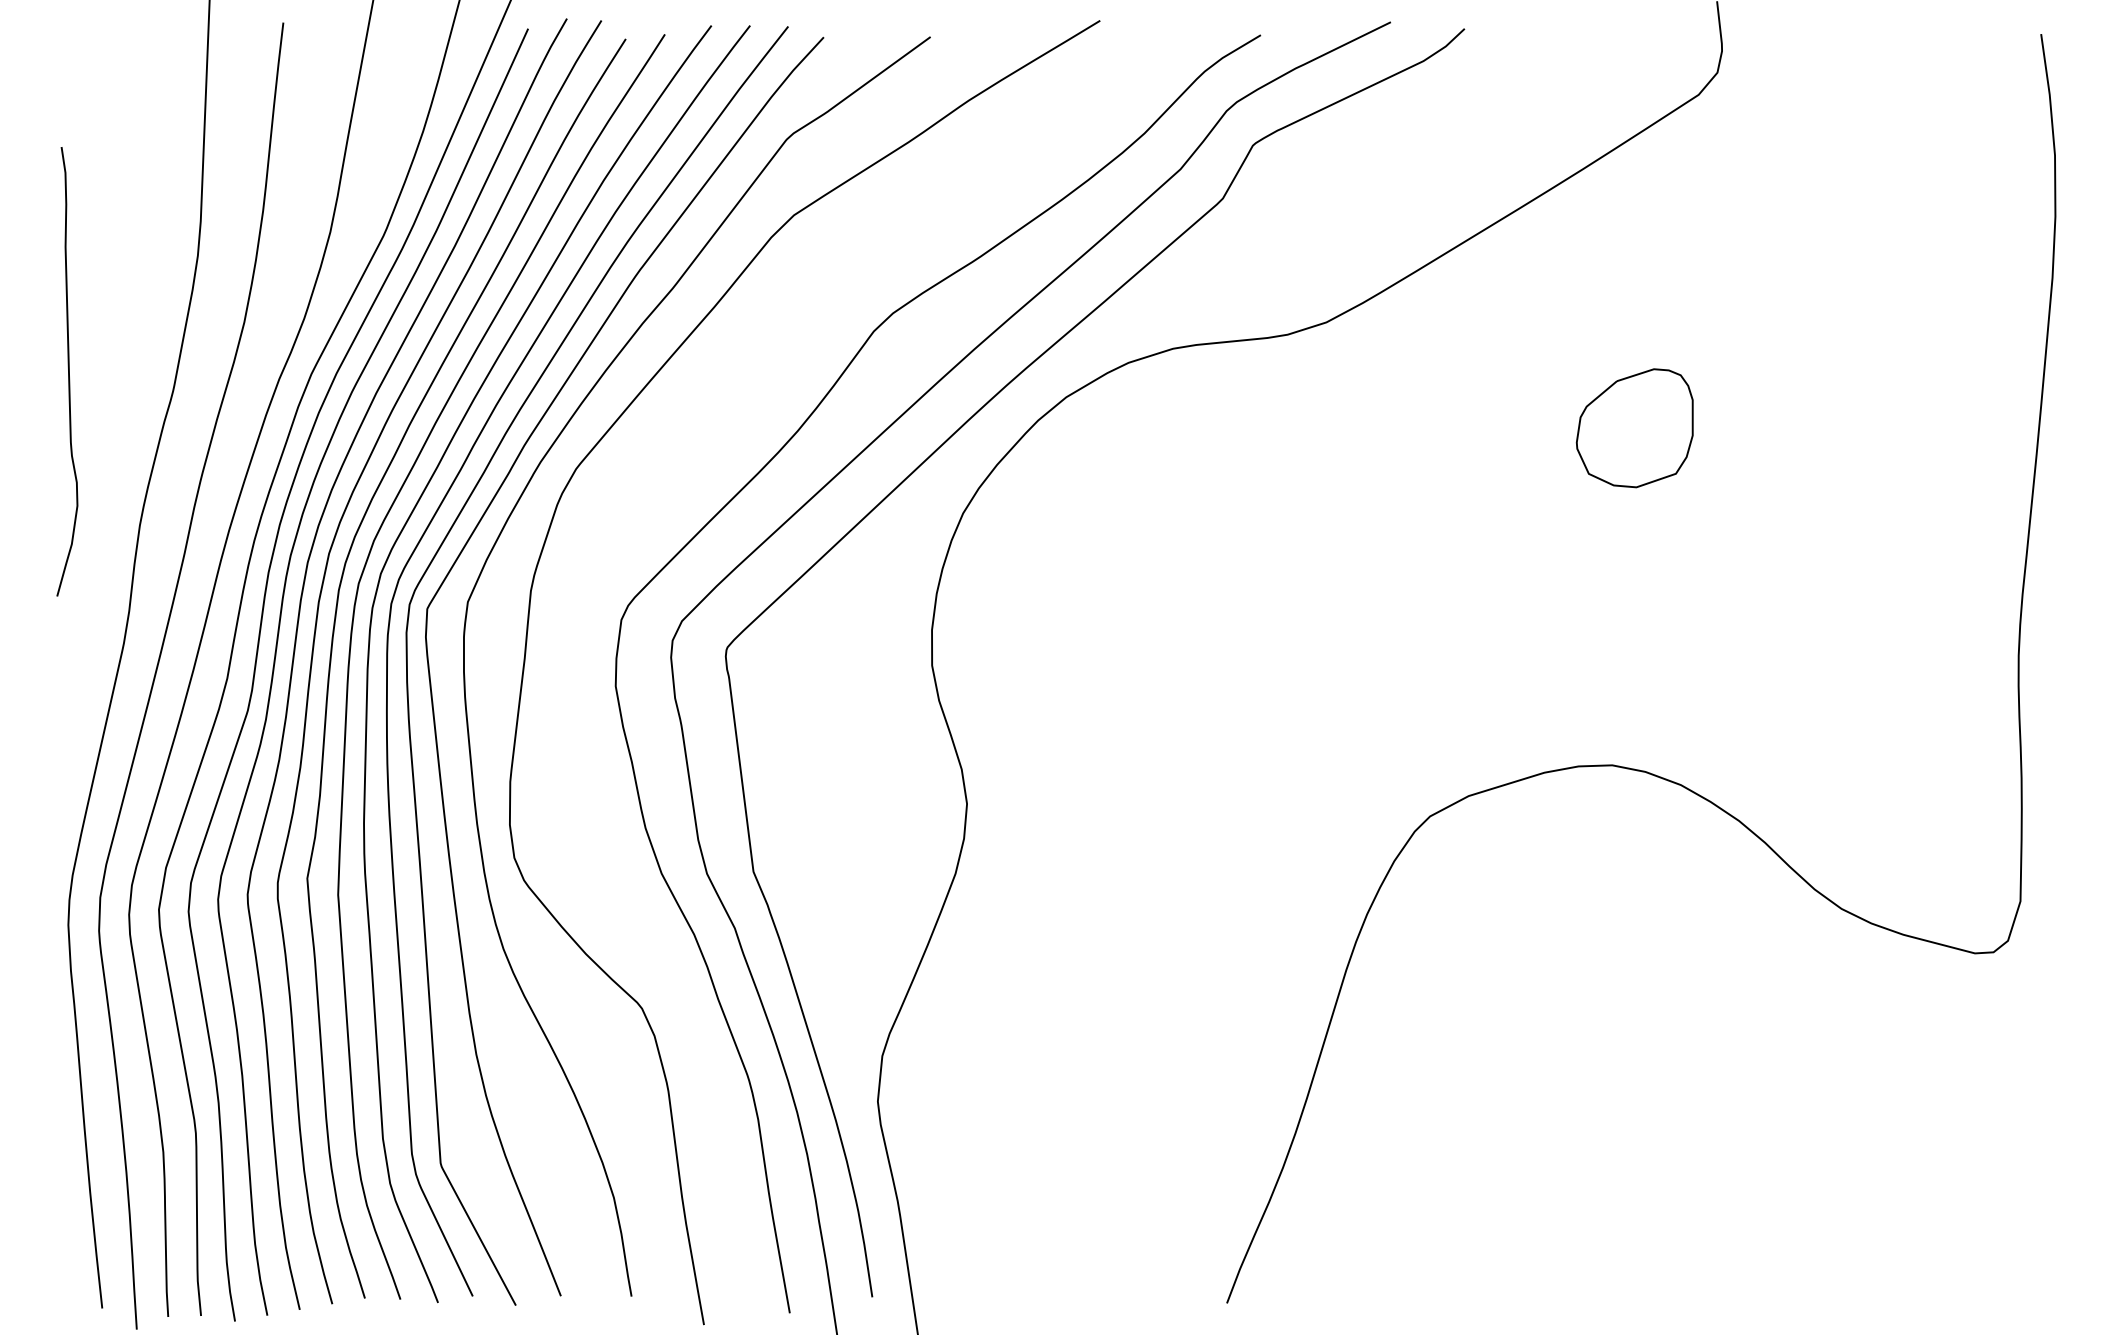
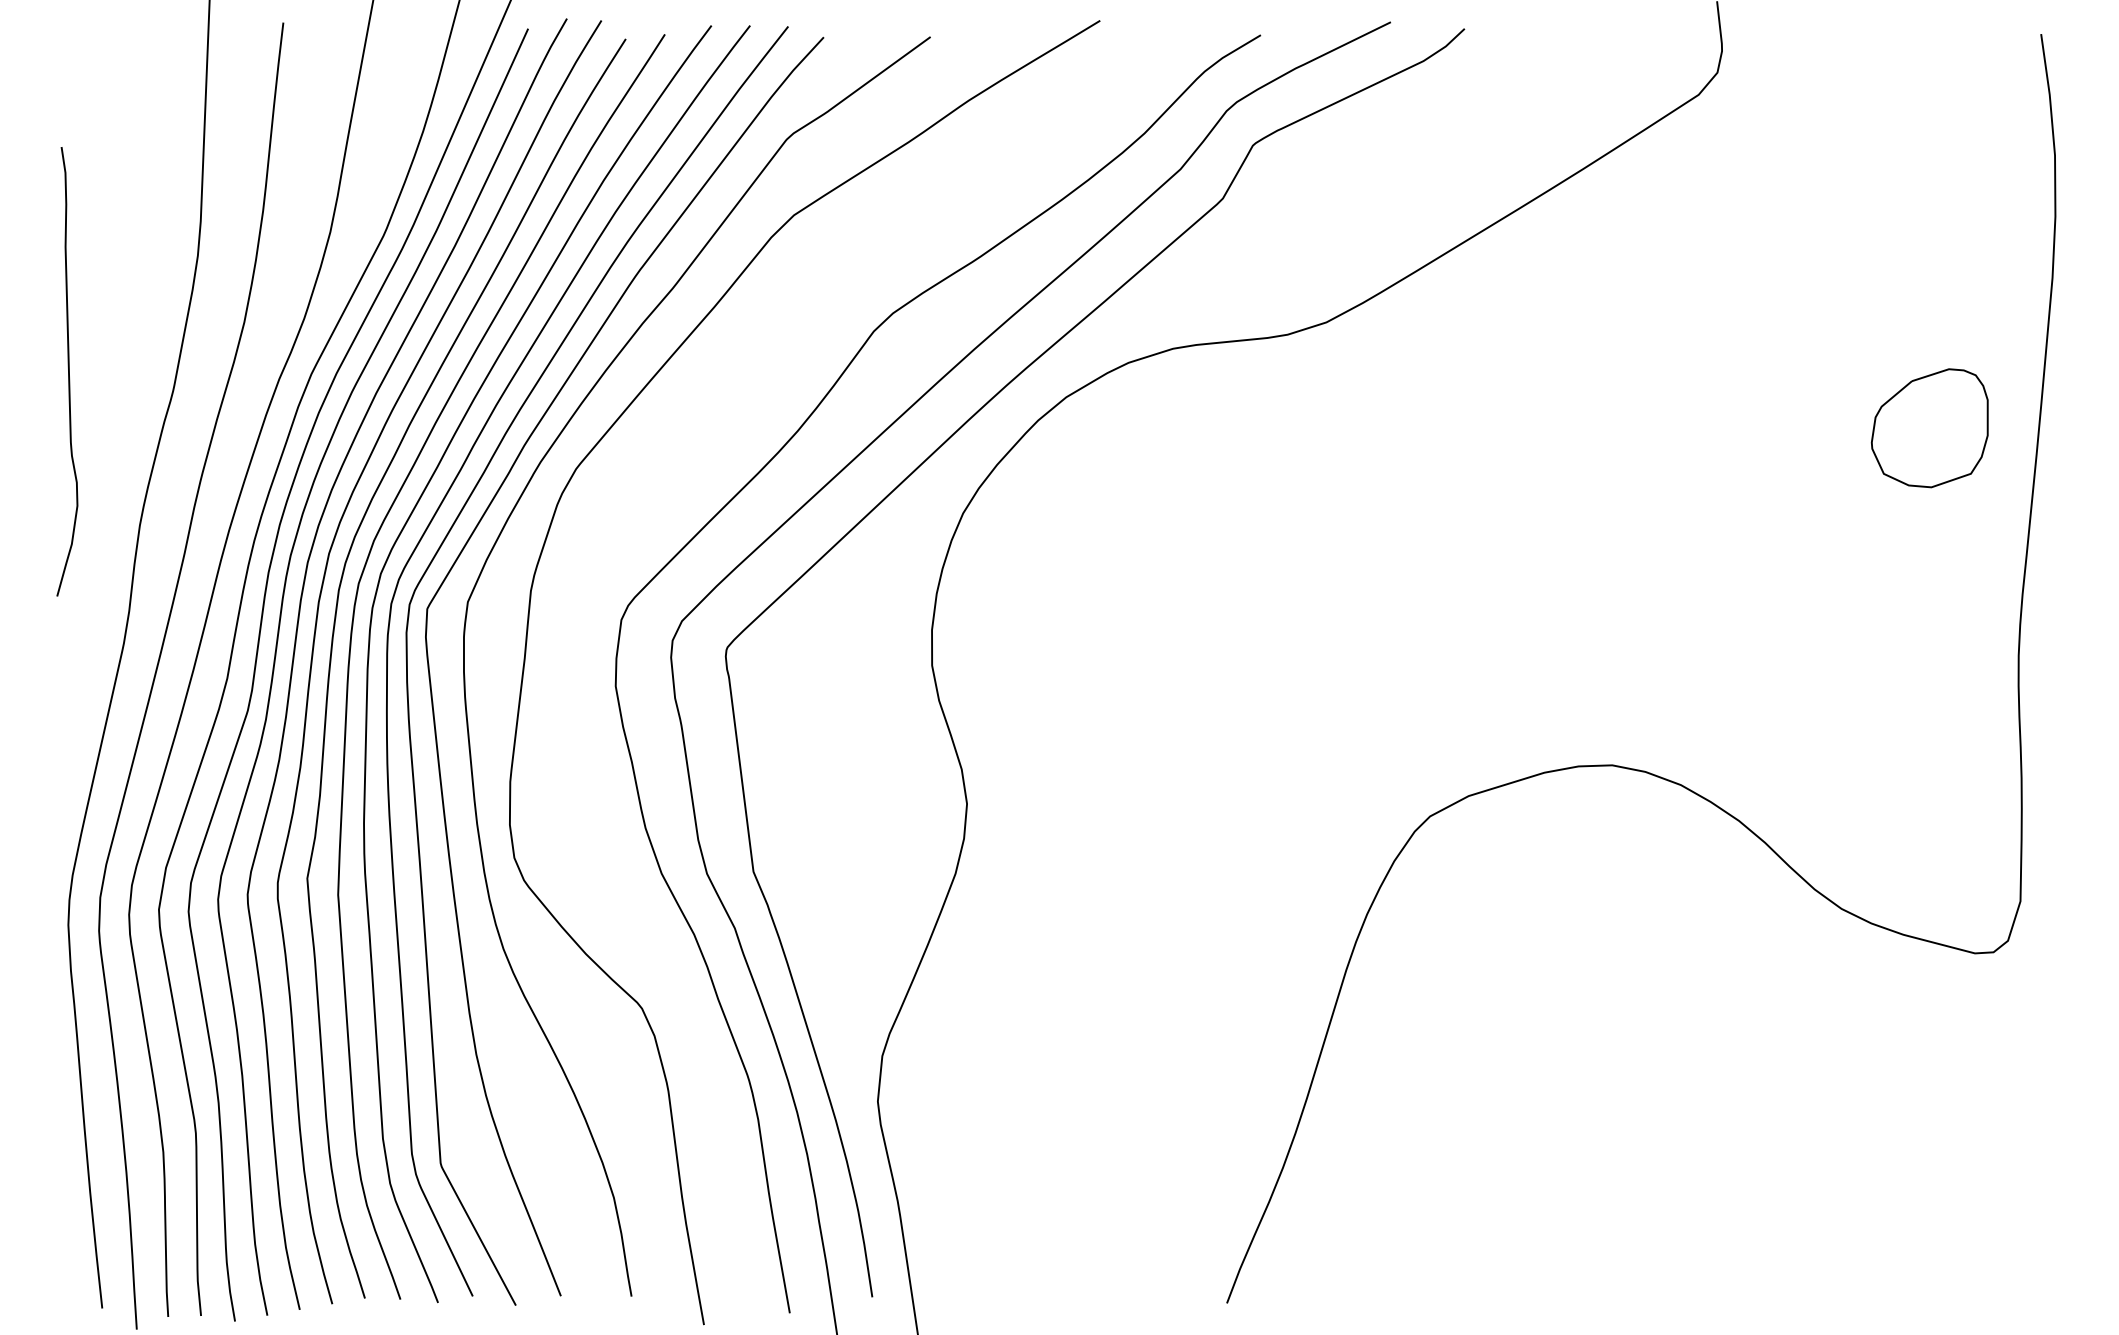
part at (1634, 428) position: (1634, 428) -> (1929, 428)
